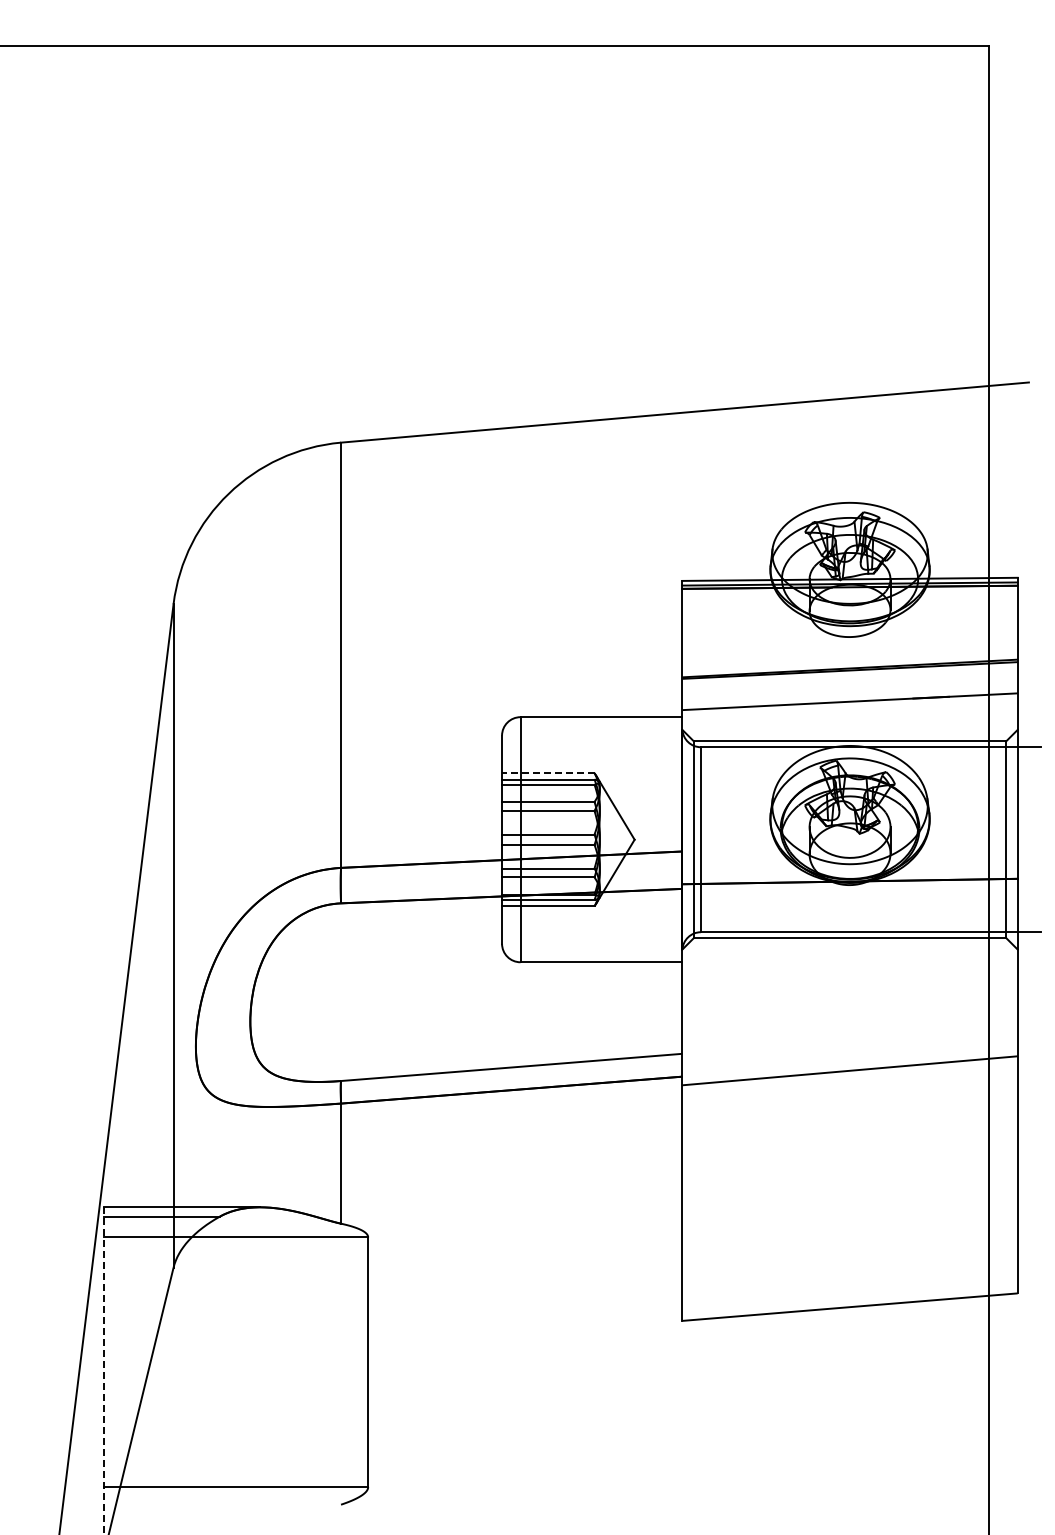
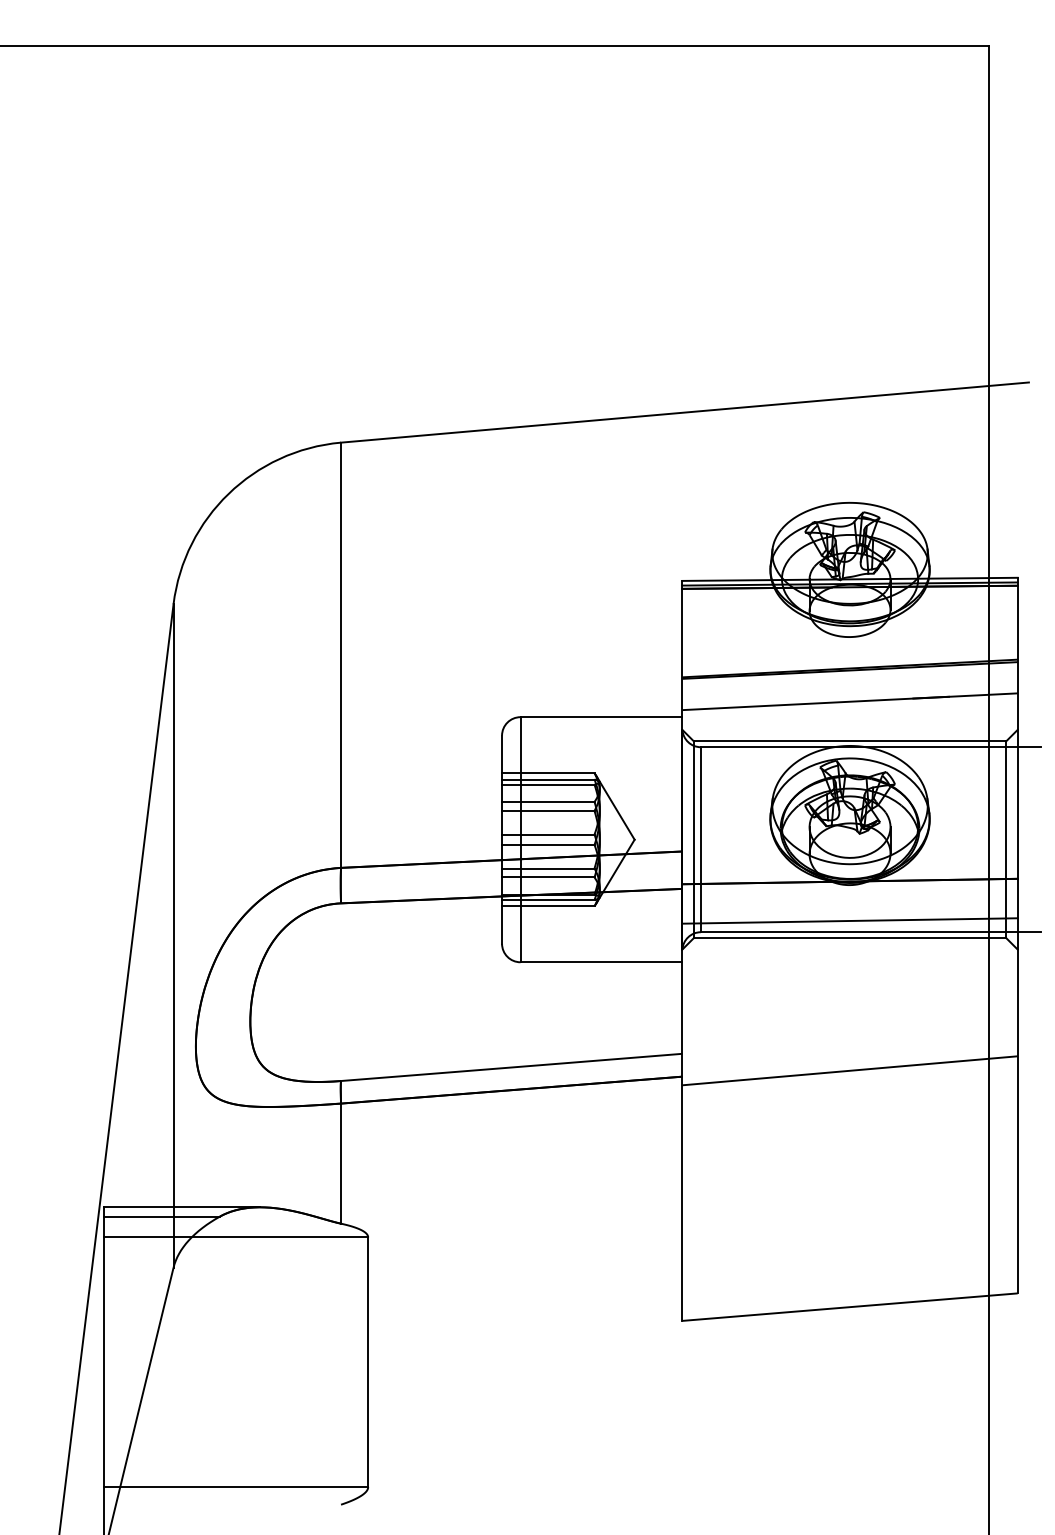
line at (547, 773): dashed -> solid
line at (849, 920): none -> present
line at (104, 1371): dashed -> solid
